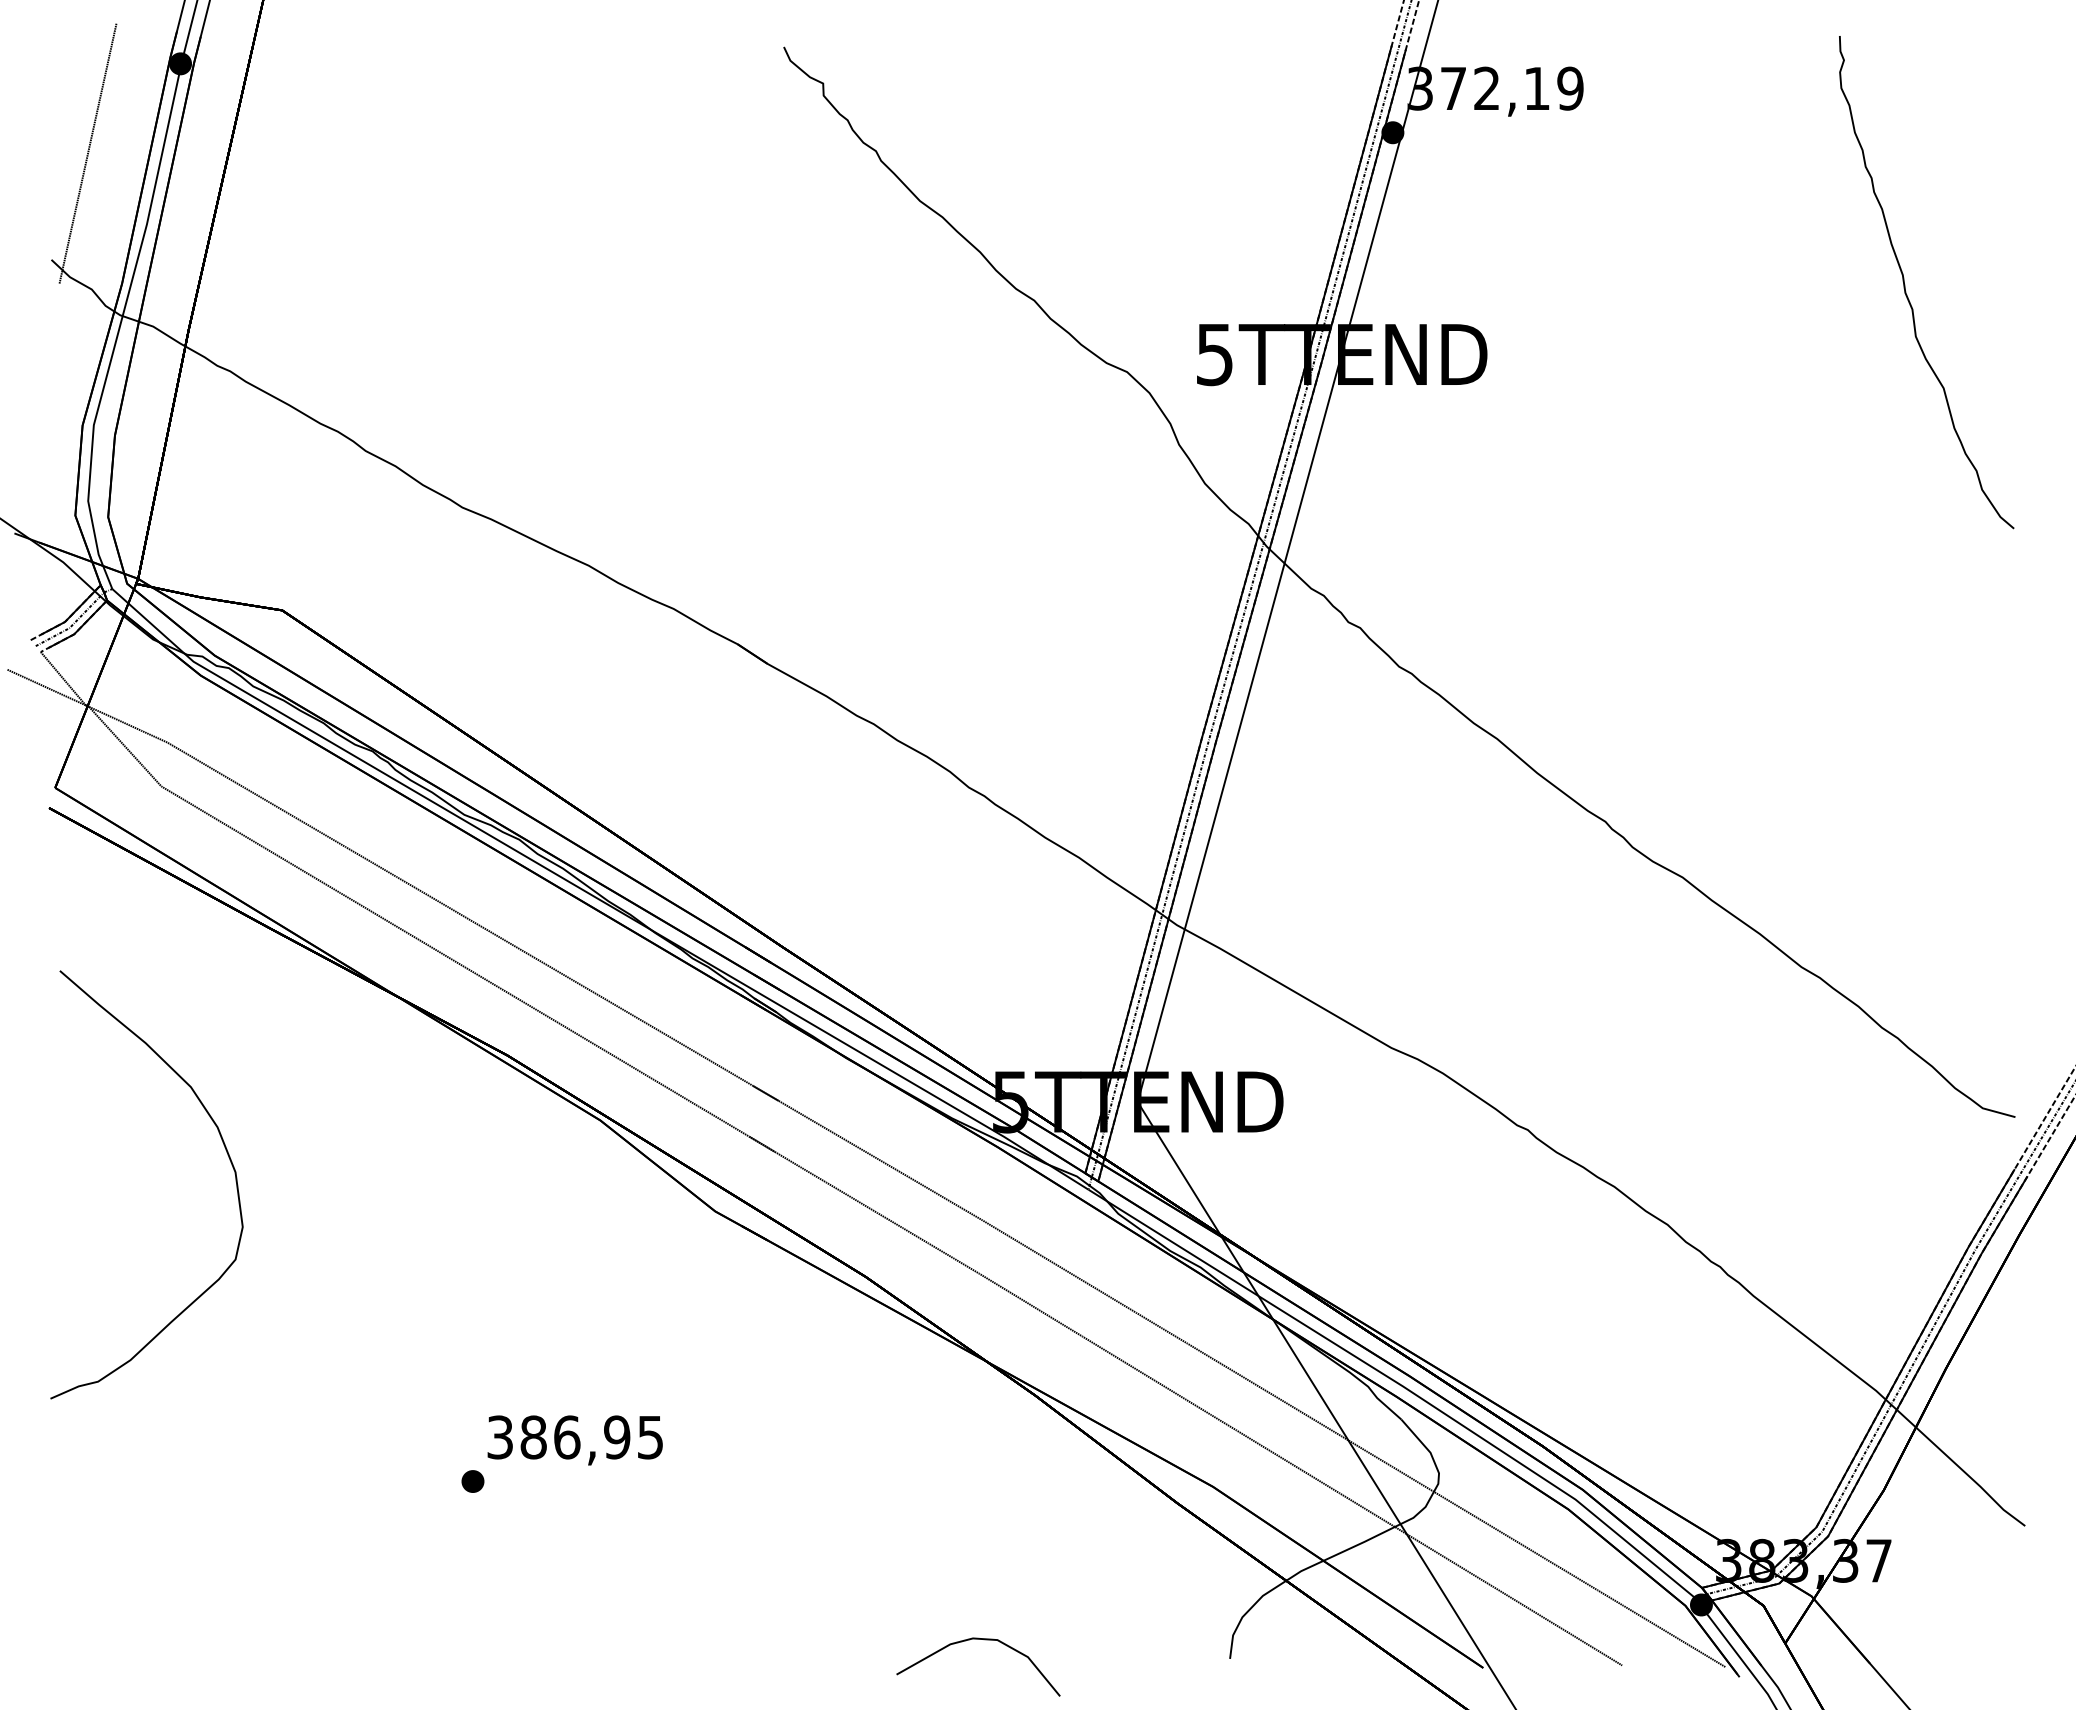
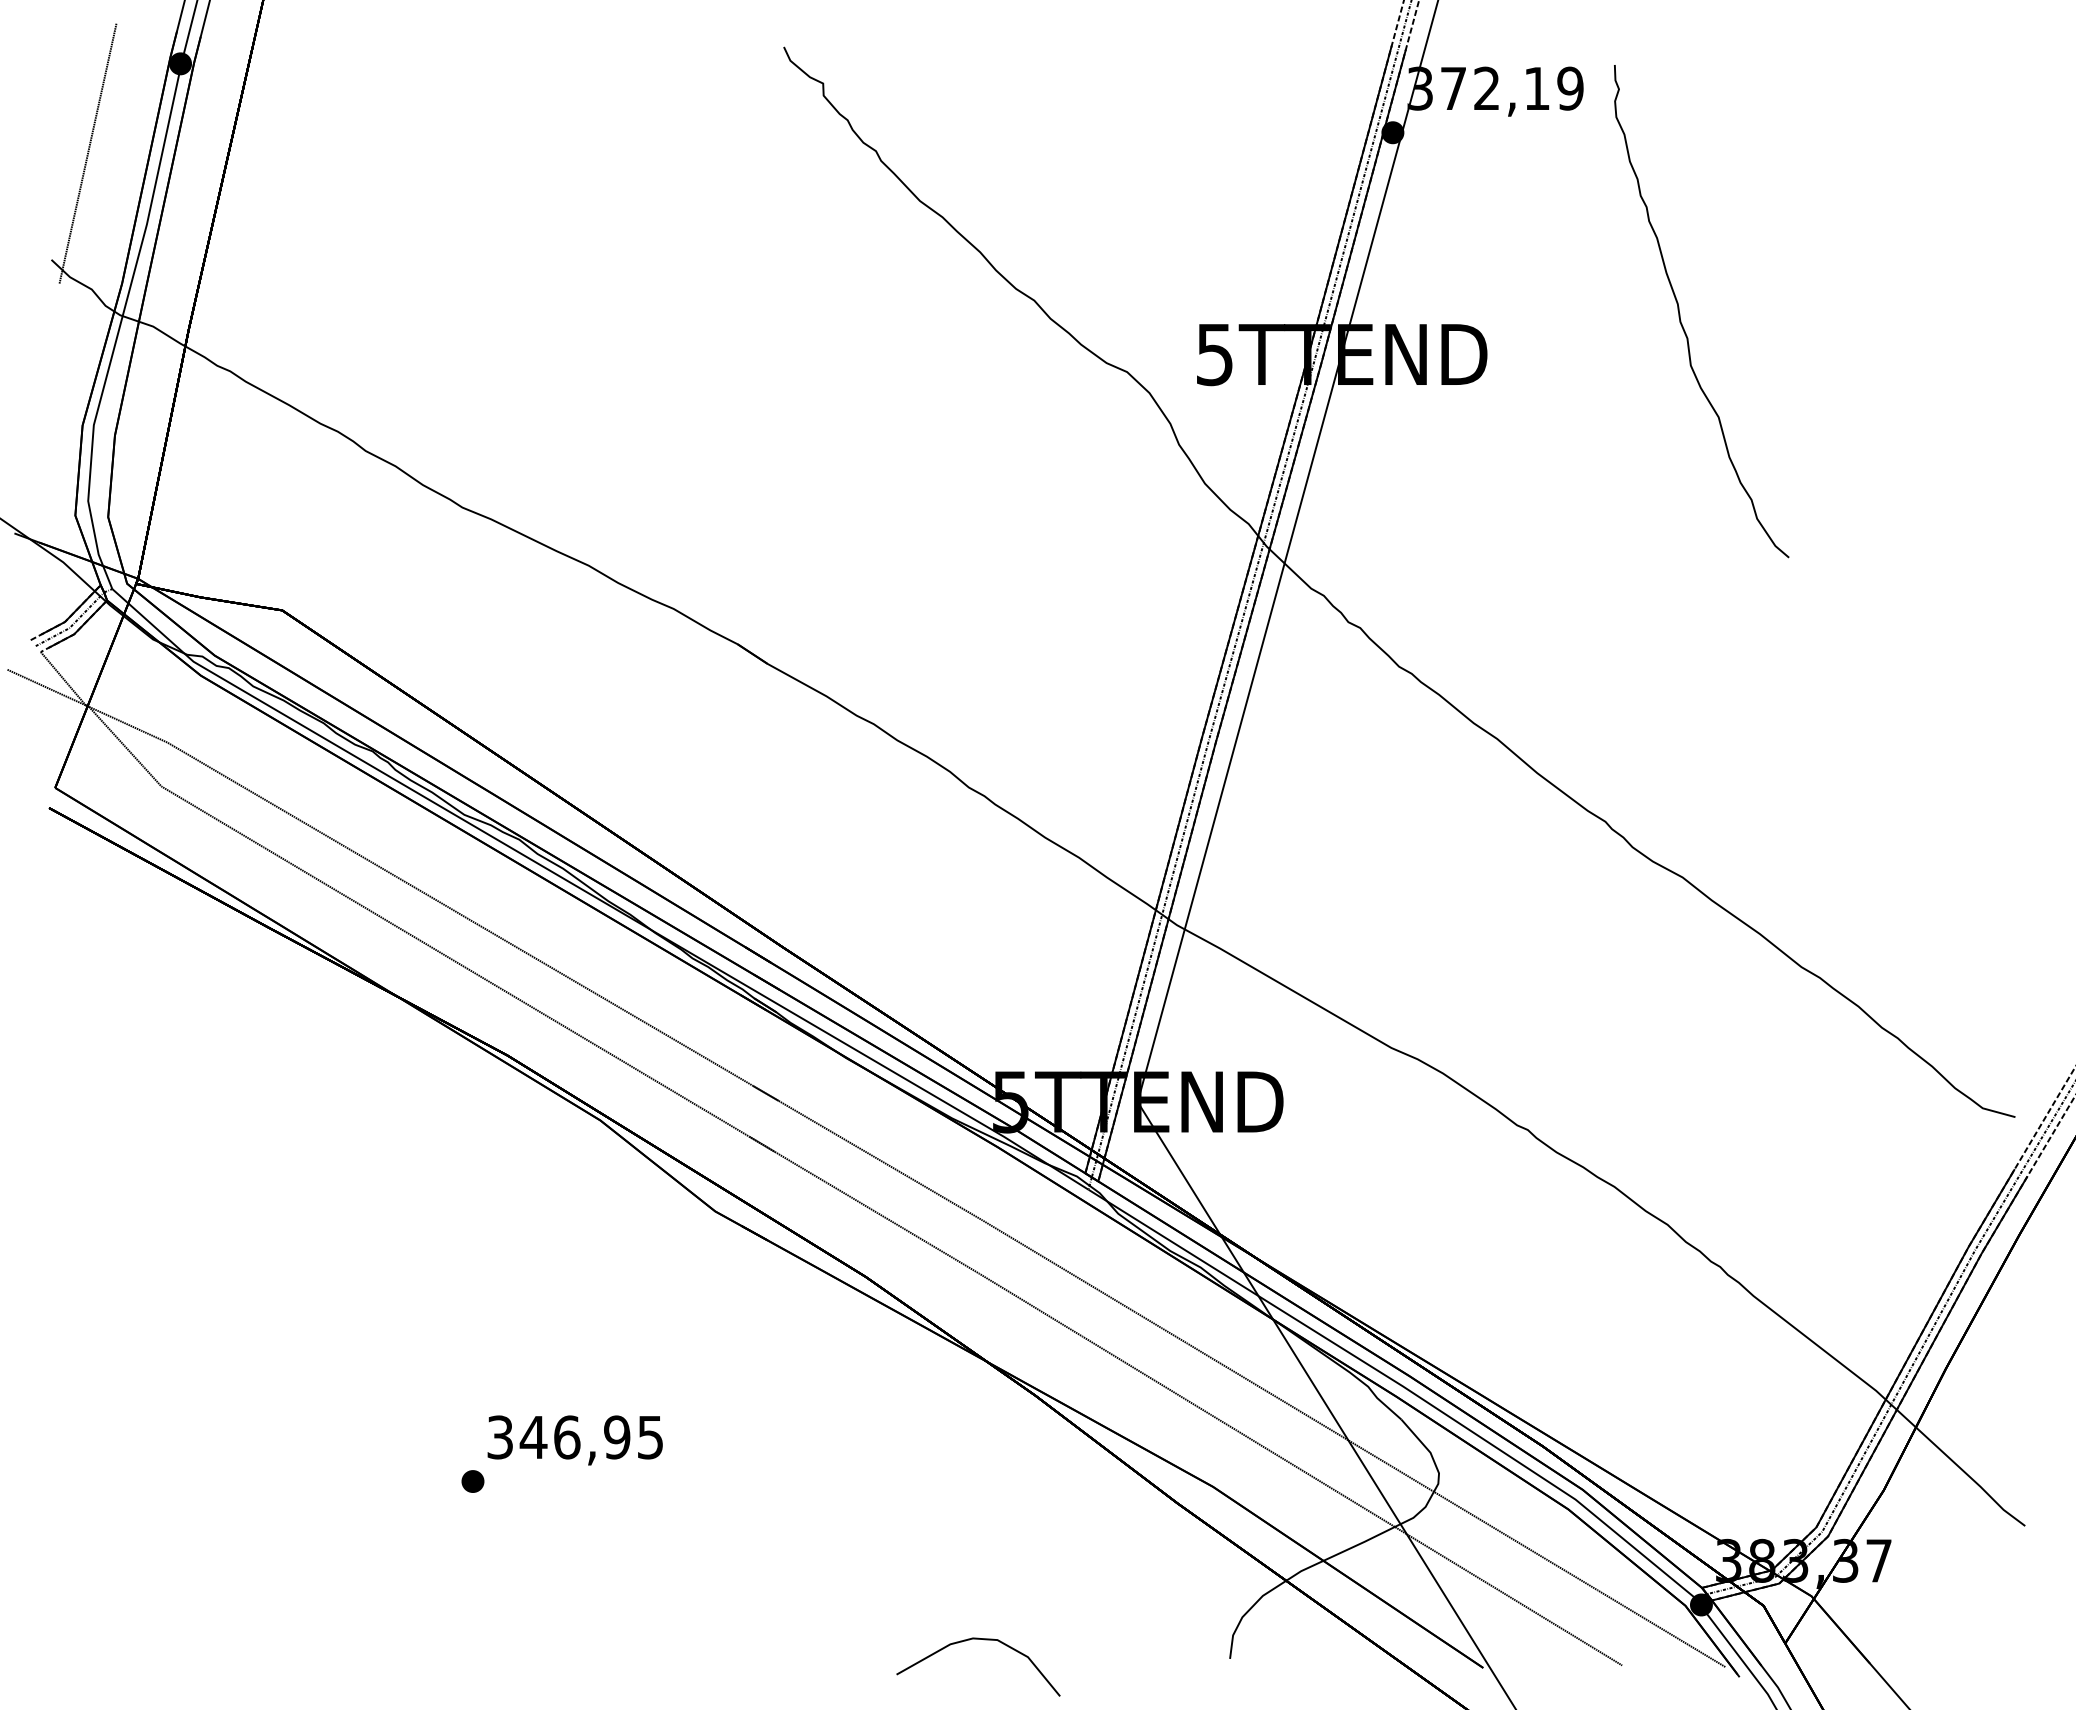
part at (1905, 284) position: (1905, 284) -> (1680, 313)
curve at (225, 1150): present -> none
text at (533, 1437): 386,95 -> 346,95
